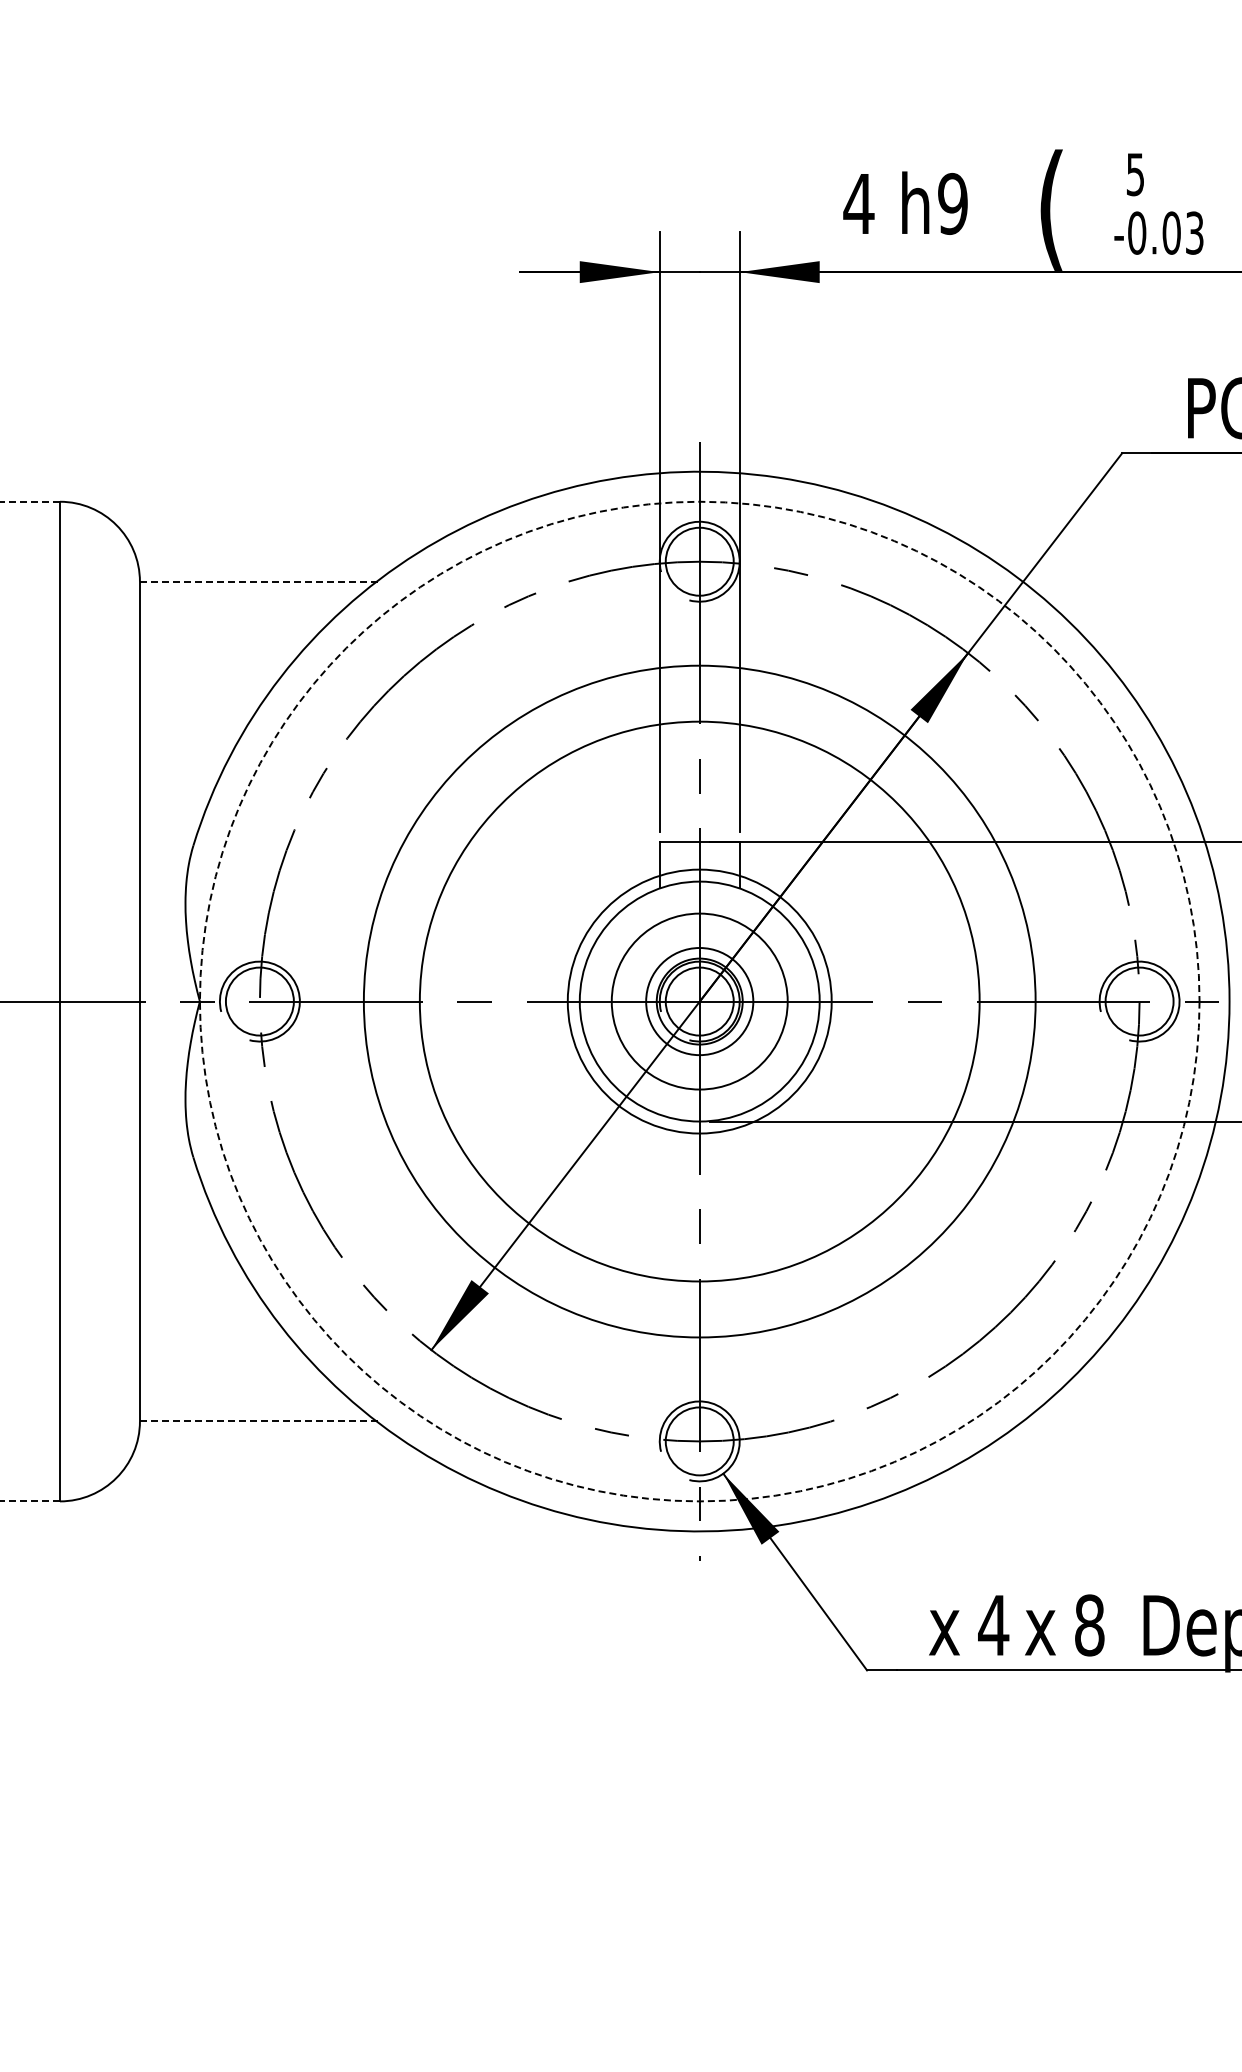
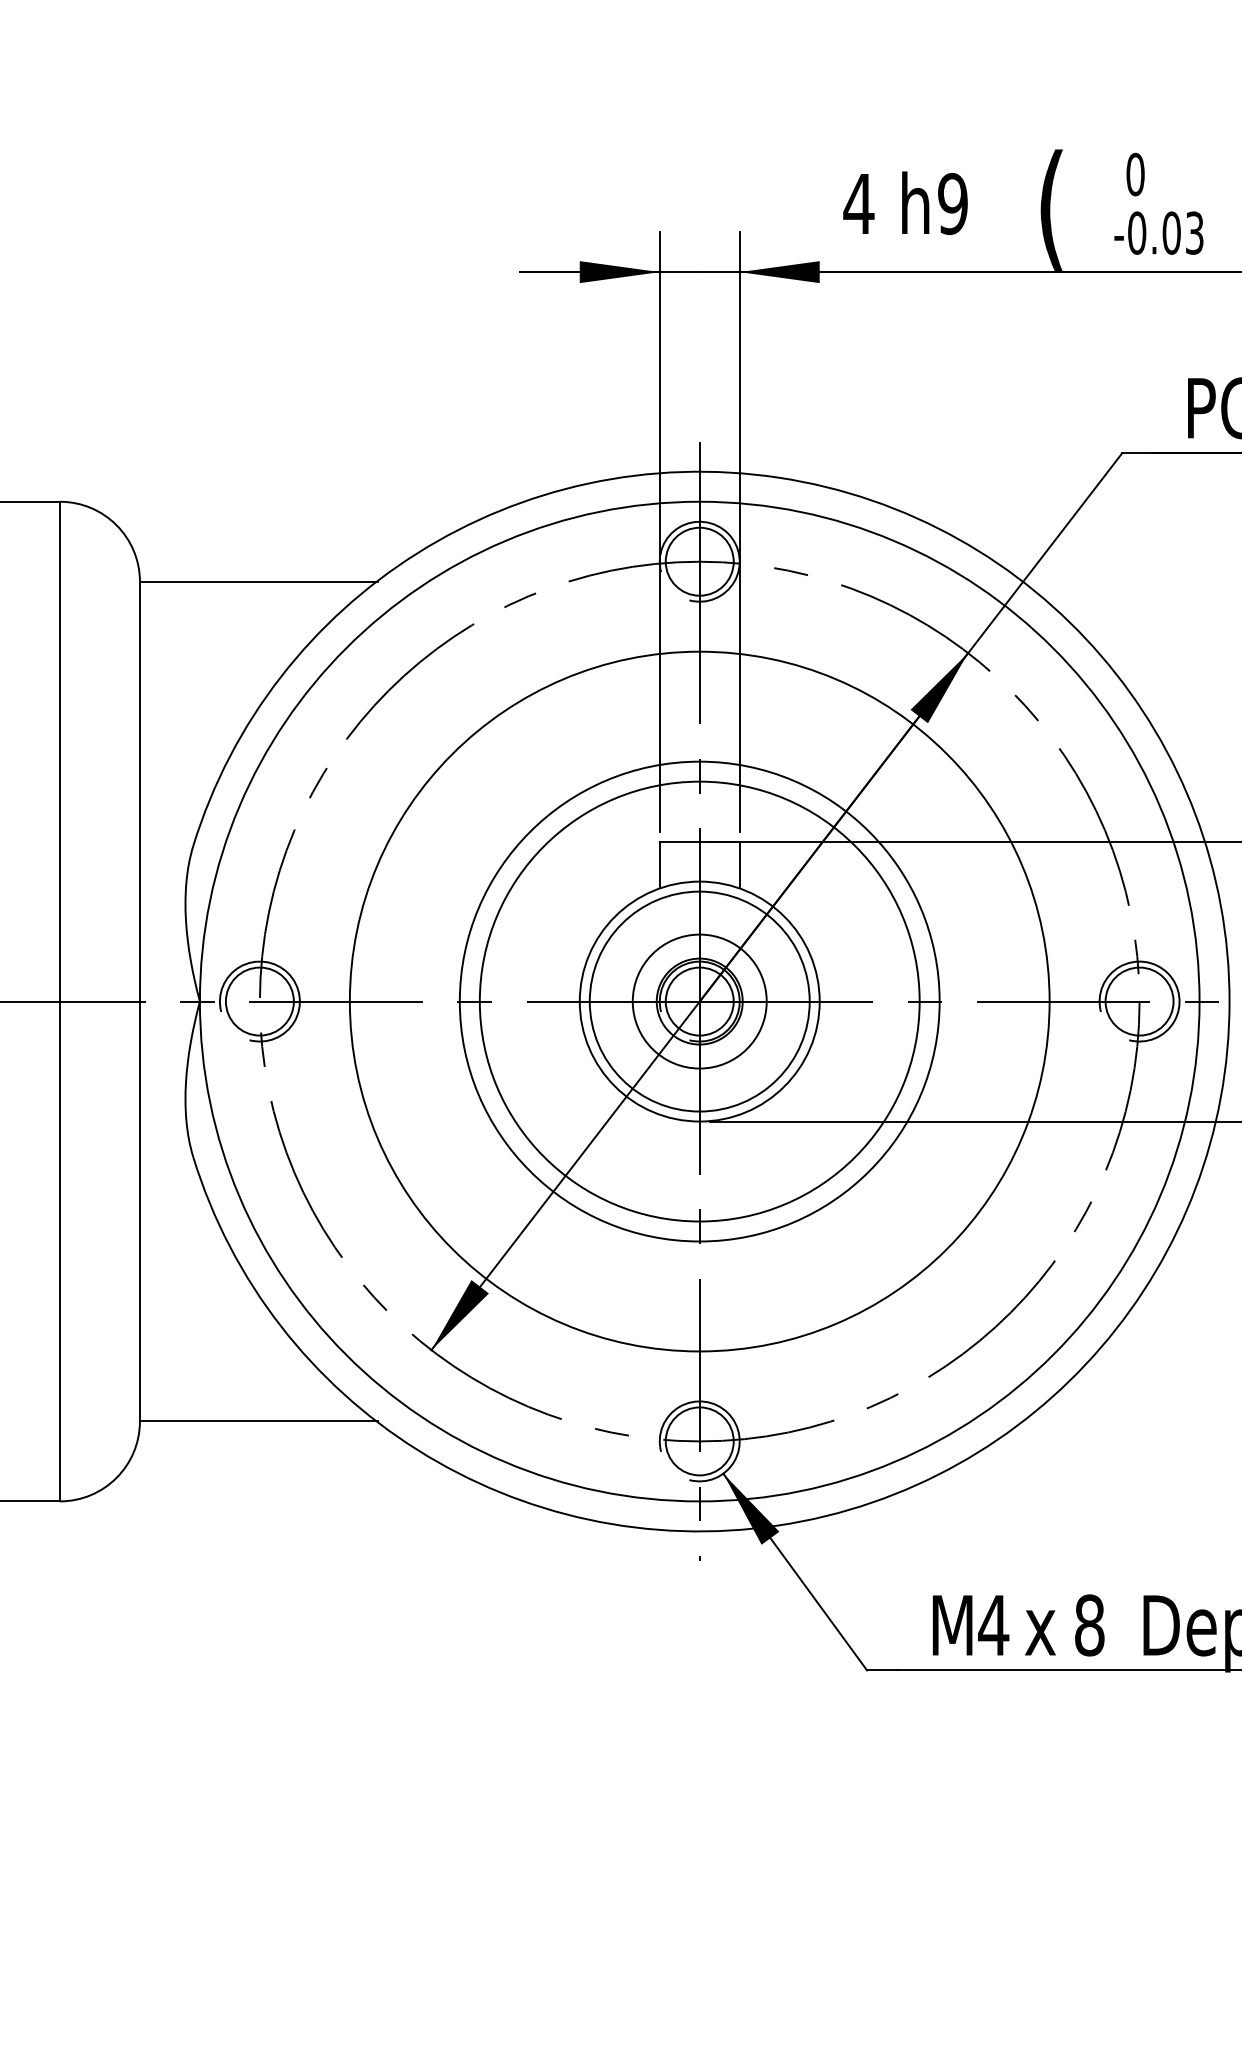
text at (1135, 174): 5 -> 0
line at (29, 501): dashed -> solid
line at (258, 581): dashed -> solid
circle at (699, 1001) diameter: 107 px -> 134 px
circle at (699, 1001) diameter: 176 px -> 220 px
circle at (699, 1001) diameter: 264 px -> 440 px
circle at (699, 1001) diameter: 560 px -> 700 px
circle at (699, 1001) diameter: 672 px -> 480 px
circle at (699, 1001): dashed -> solid
line at (258, 1421): dashed -> solid
line at (29, 1501): dashed -> solid
text at (950, 1625): x -> M
